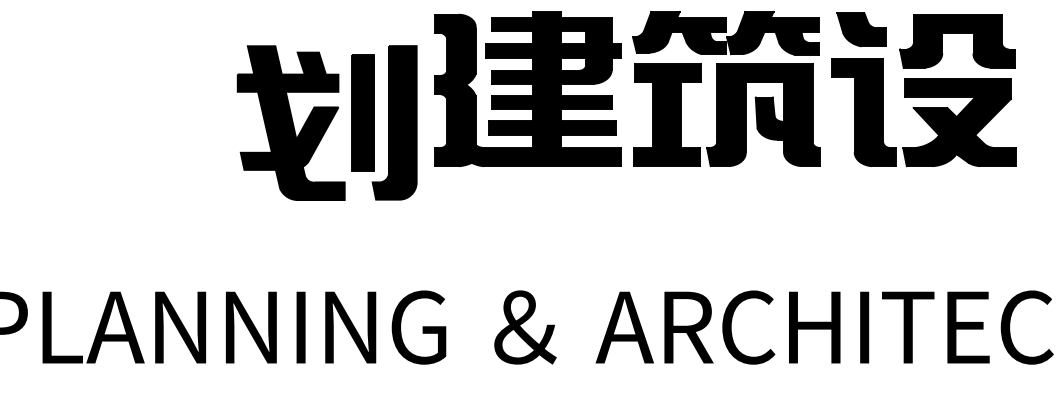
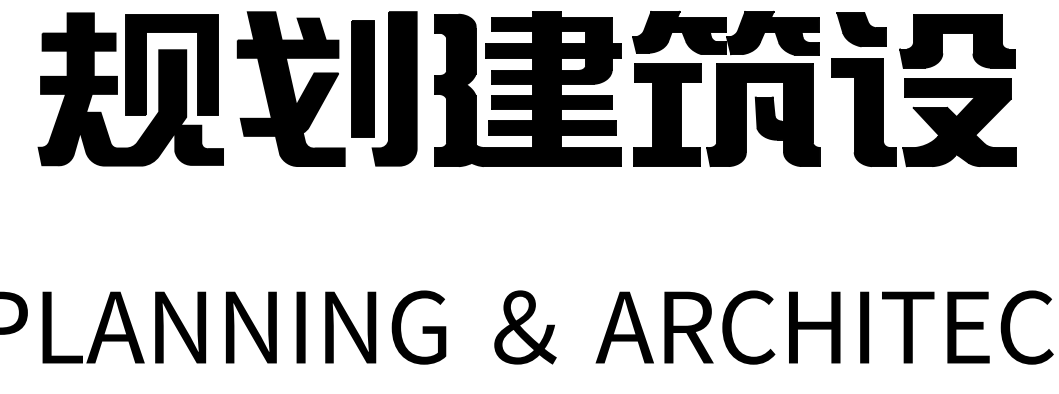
part at (130, 89): none -> present
part at (326, 122) position: (326, 122) -> (326, 88)
